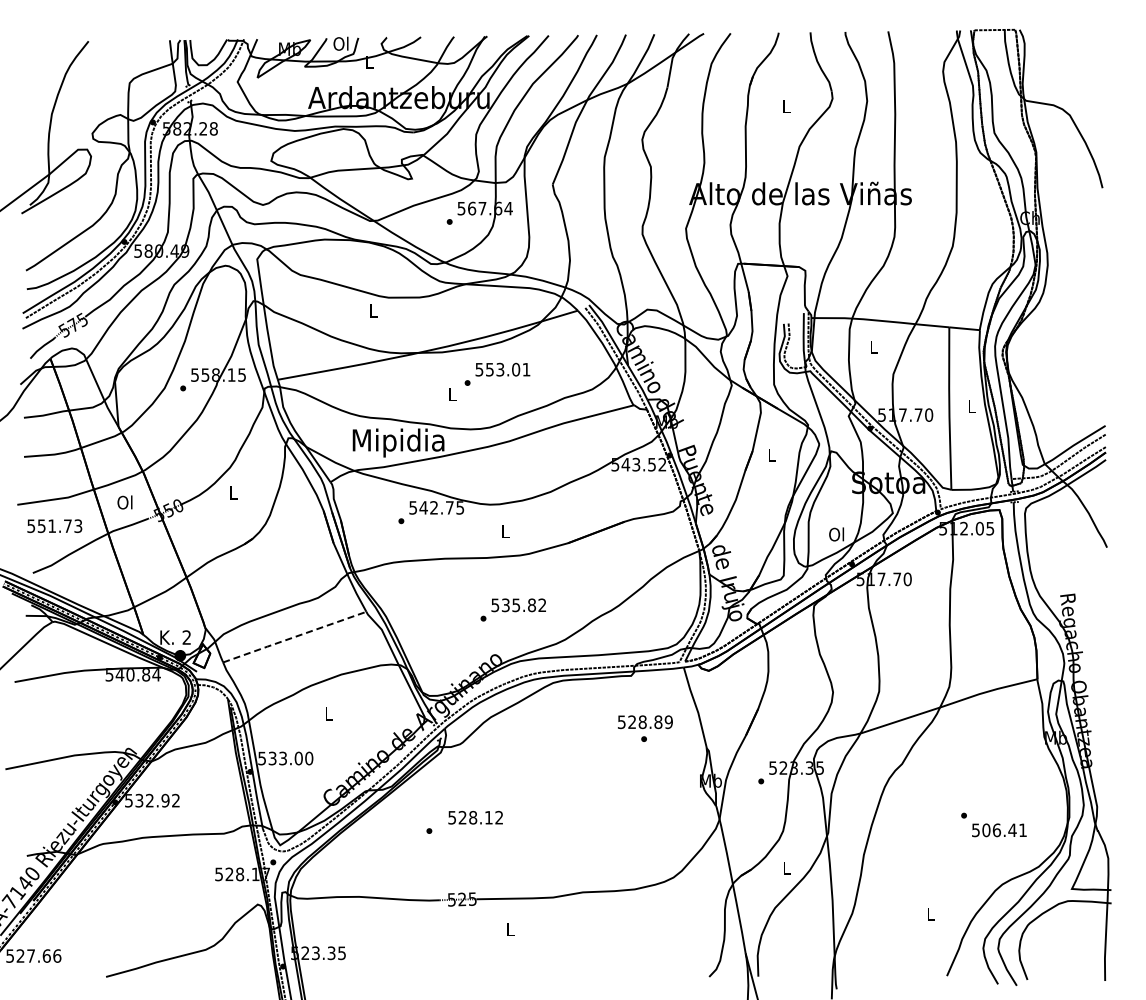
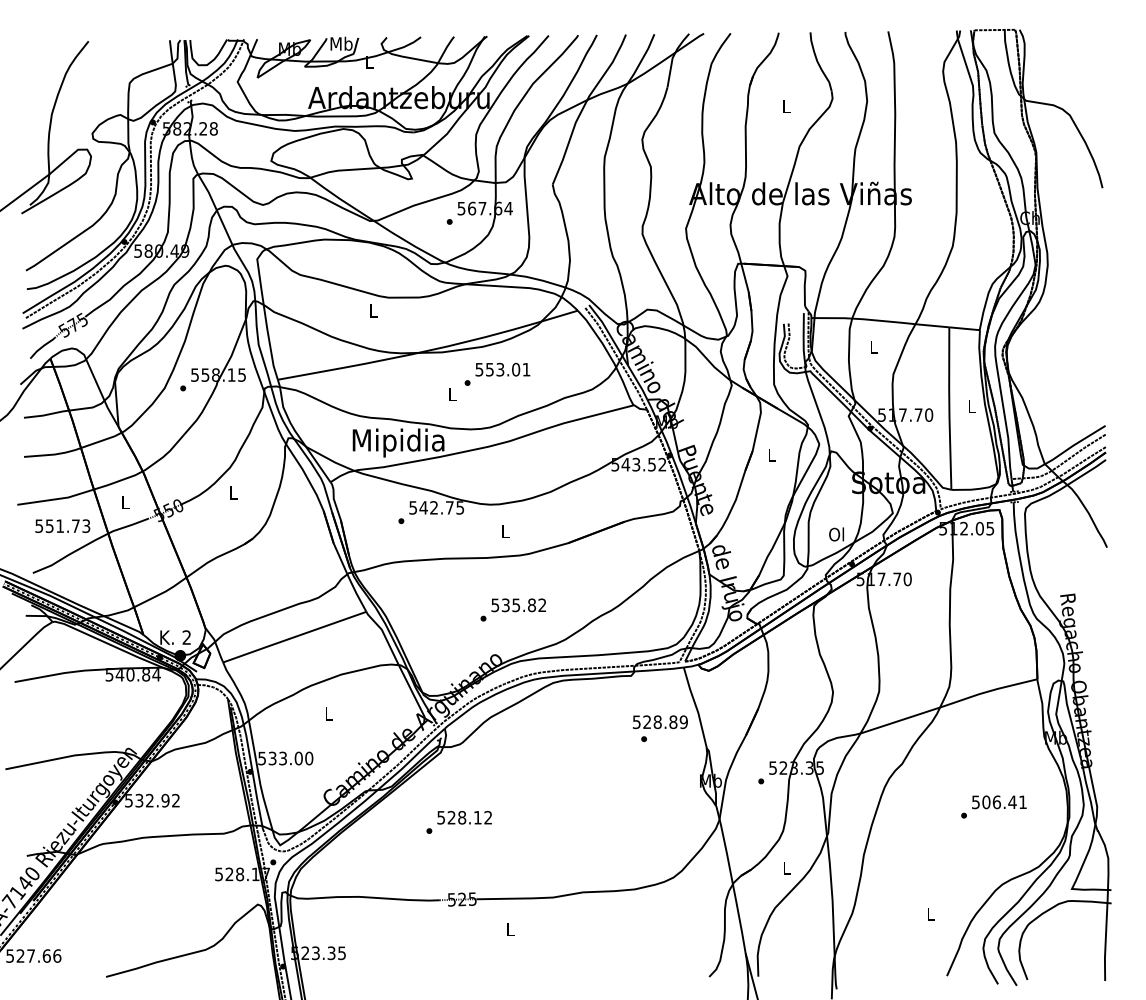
text at (341, 43): Ol -> Mb
text at (124, 502): Ol -> L
text at (54, 525) position: (54, 525) -> (62, 525)
line at (294, 637): dashed -> solid
text at (645, 722) position: (645, 722) -> (660, 722)
text at (475, 817) position: (475, 817) -> (464, 817)
text at (999, 830) position: (999, 830) -> (999, 802)
